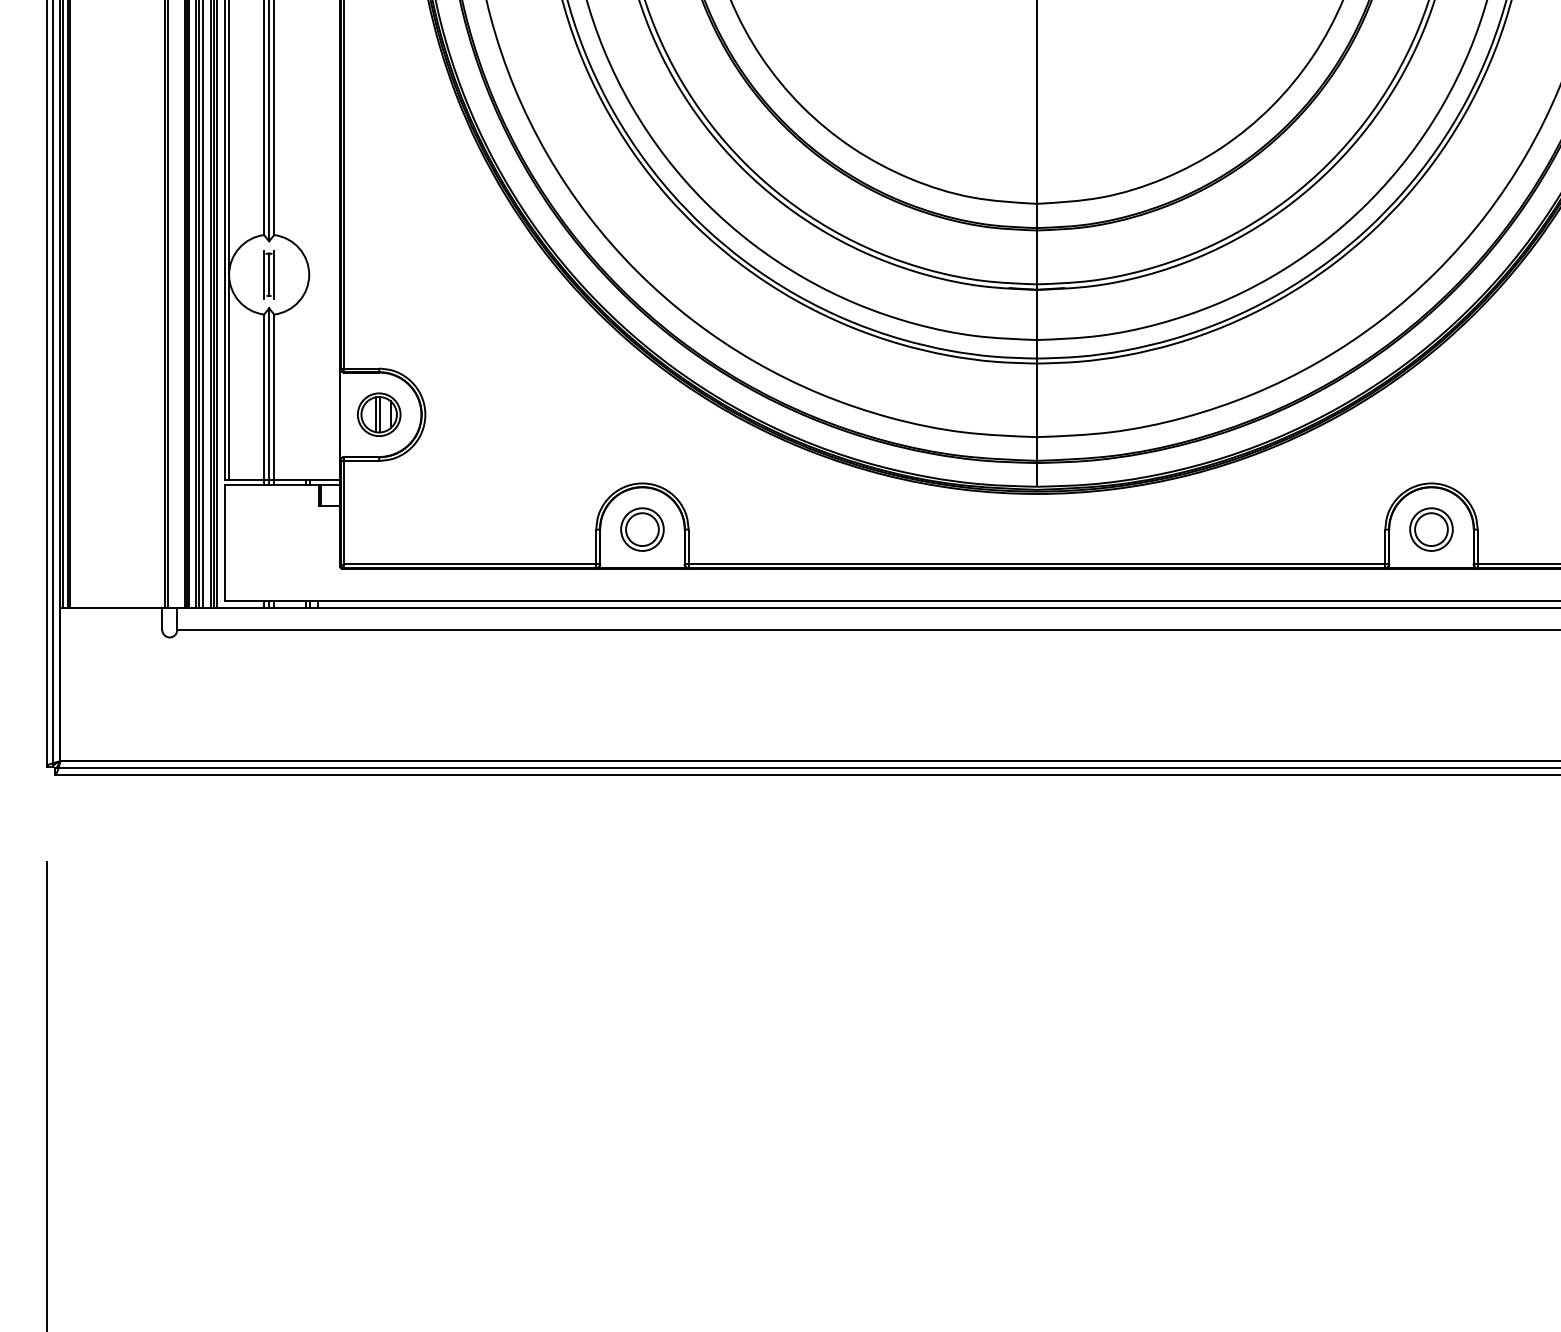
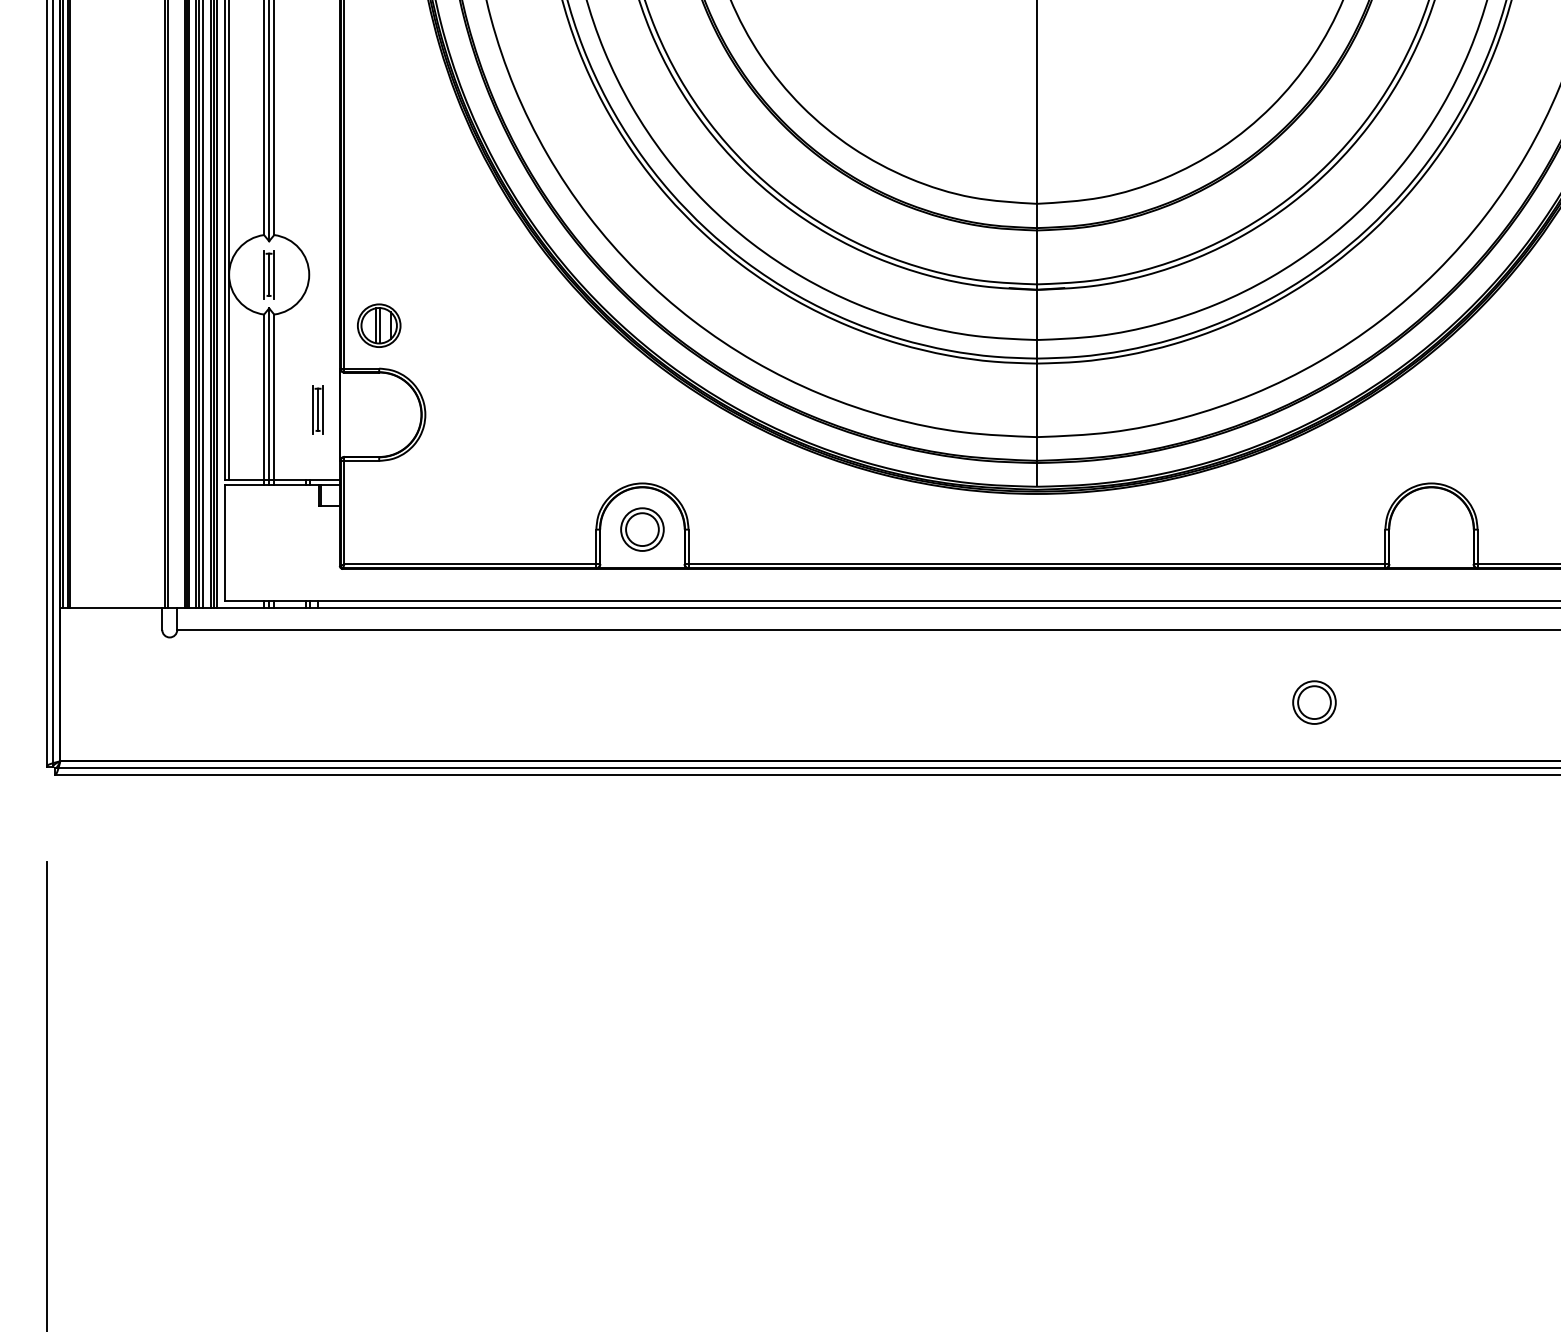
part at (317, 409): none -> present
part at (379, 414) position: (379, 414) -> (379, 325)
part at (1431, 529) position: (1431, 529) -> (1314, 702)
